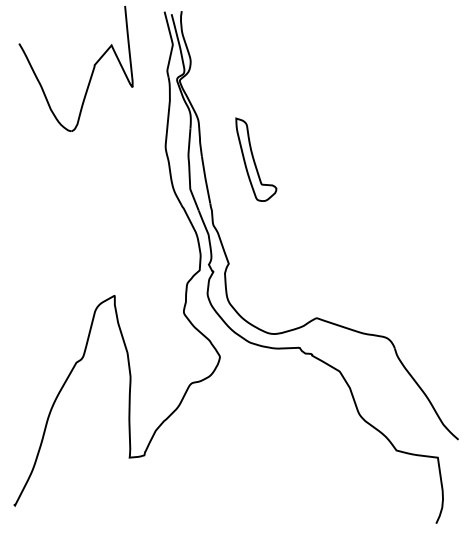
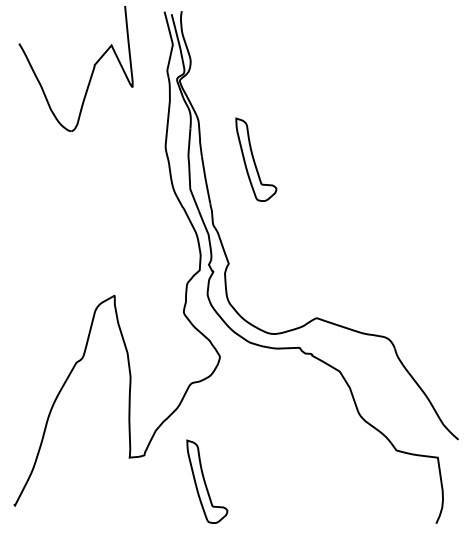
part at (207, 481): none -> present
